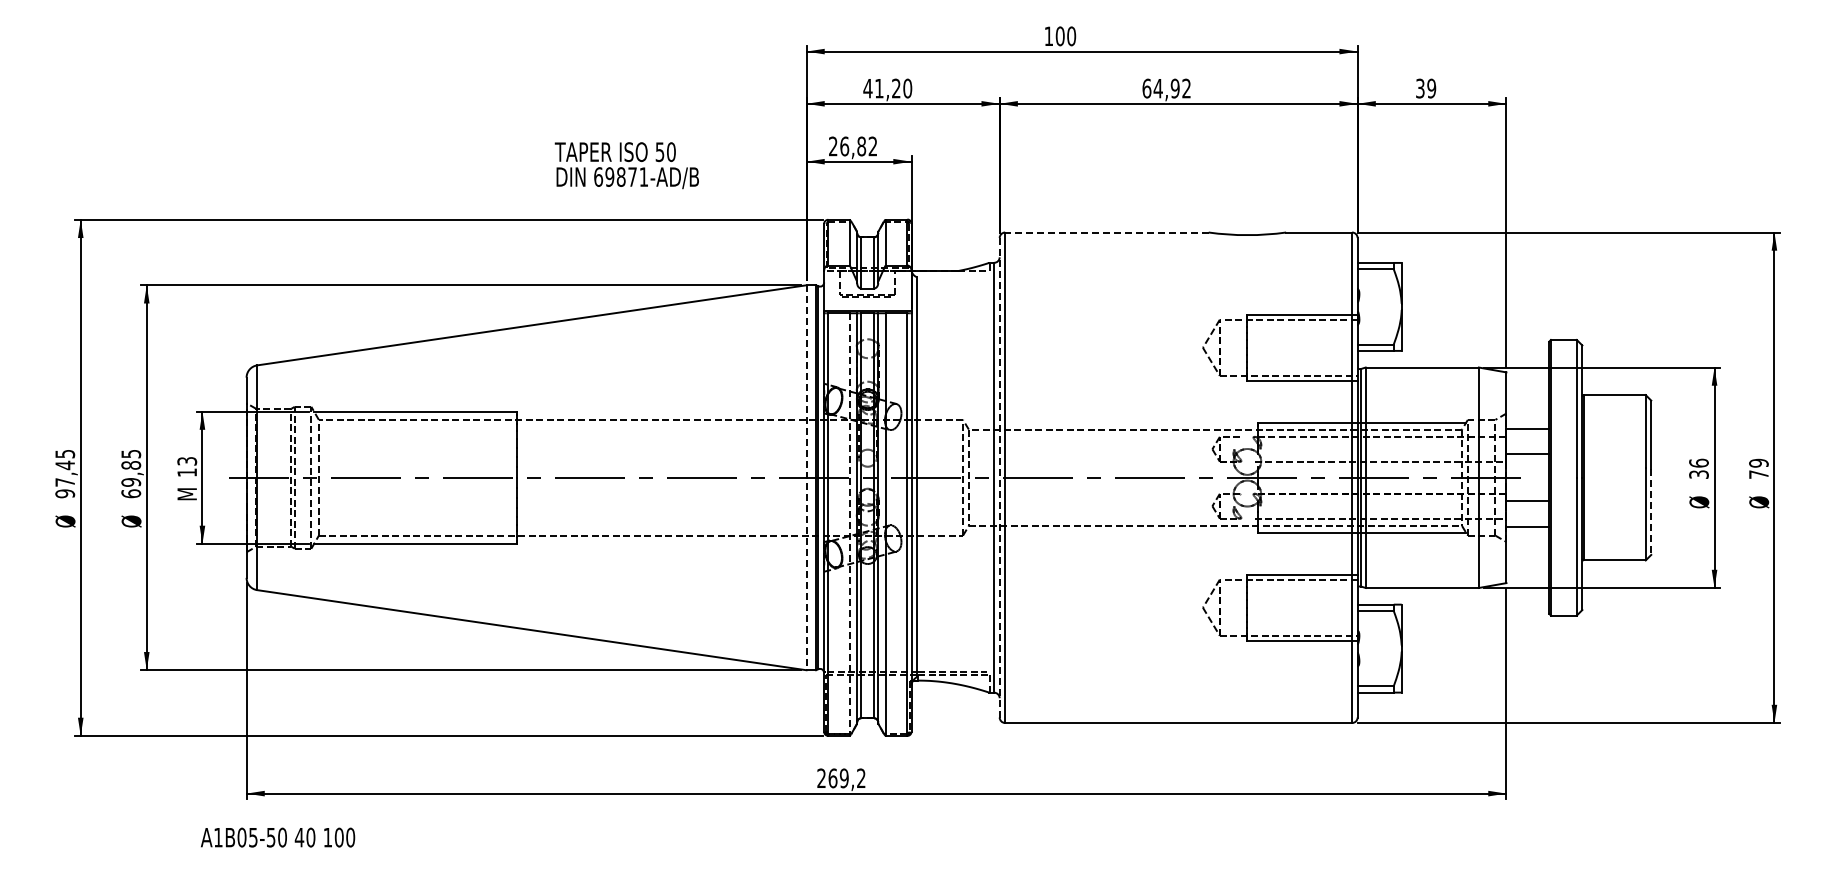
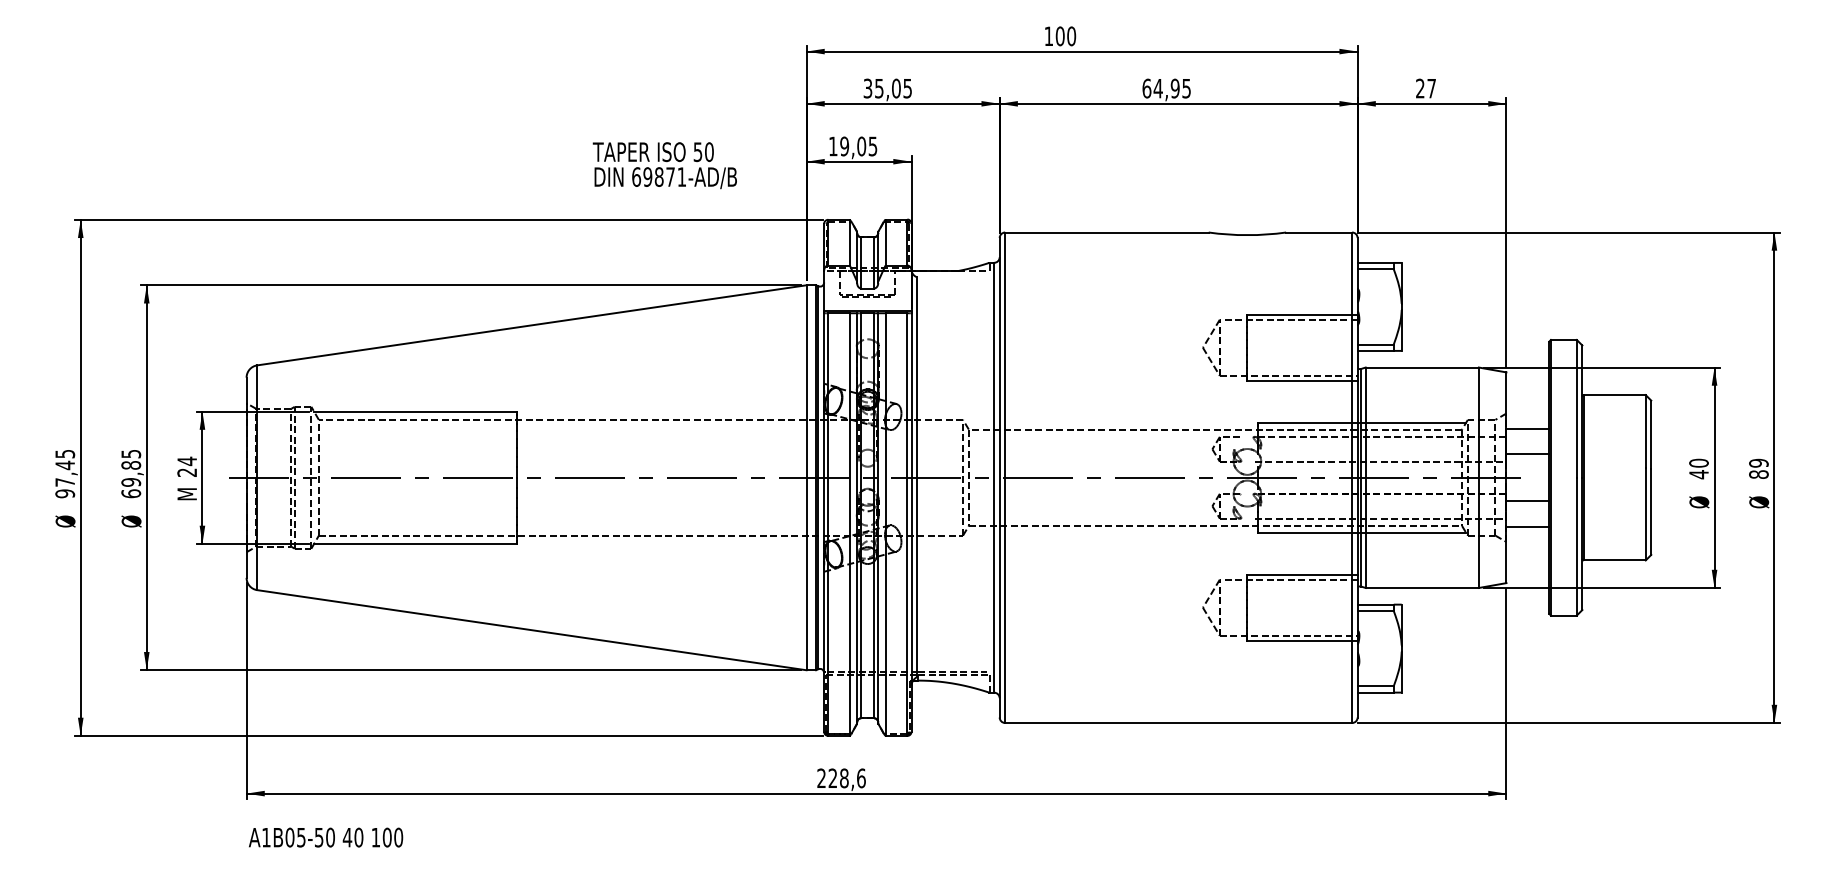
text at (887, 88): 41,20 -> 35,05
text at (1186, 88): 64,92 -> 64,95
text at (1426, 88): 39 -> 27
text at (853, 146): 26,82 -> 19,05
text at (626, 165) position: (626, 165) -> (664, 165)
line at (1106, 232): dashed -> solid
text at (187, 466): 13 -> 24
text at (1698, 468): 36 -> 40
text at (1758, 474): 79 -> 89
line at (999, 477): dashed -> solid
line at (806, 478): dashed -> solid
line at (1651, 512): dashed -> solid
line at (849, 525): dashed -> solid
text at (846, 778): 269,2 -> 228,6
text at (278, 837) position: (278, 837) -> (326, 837)
